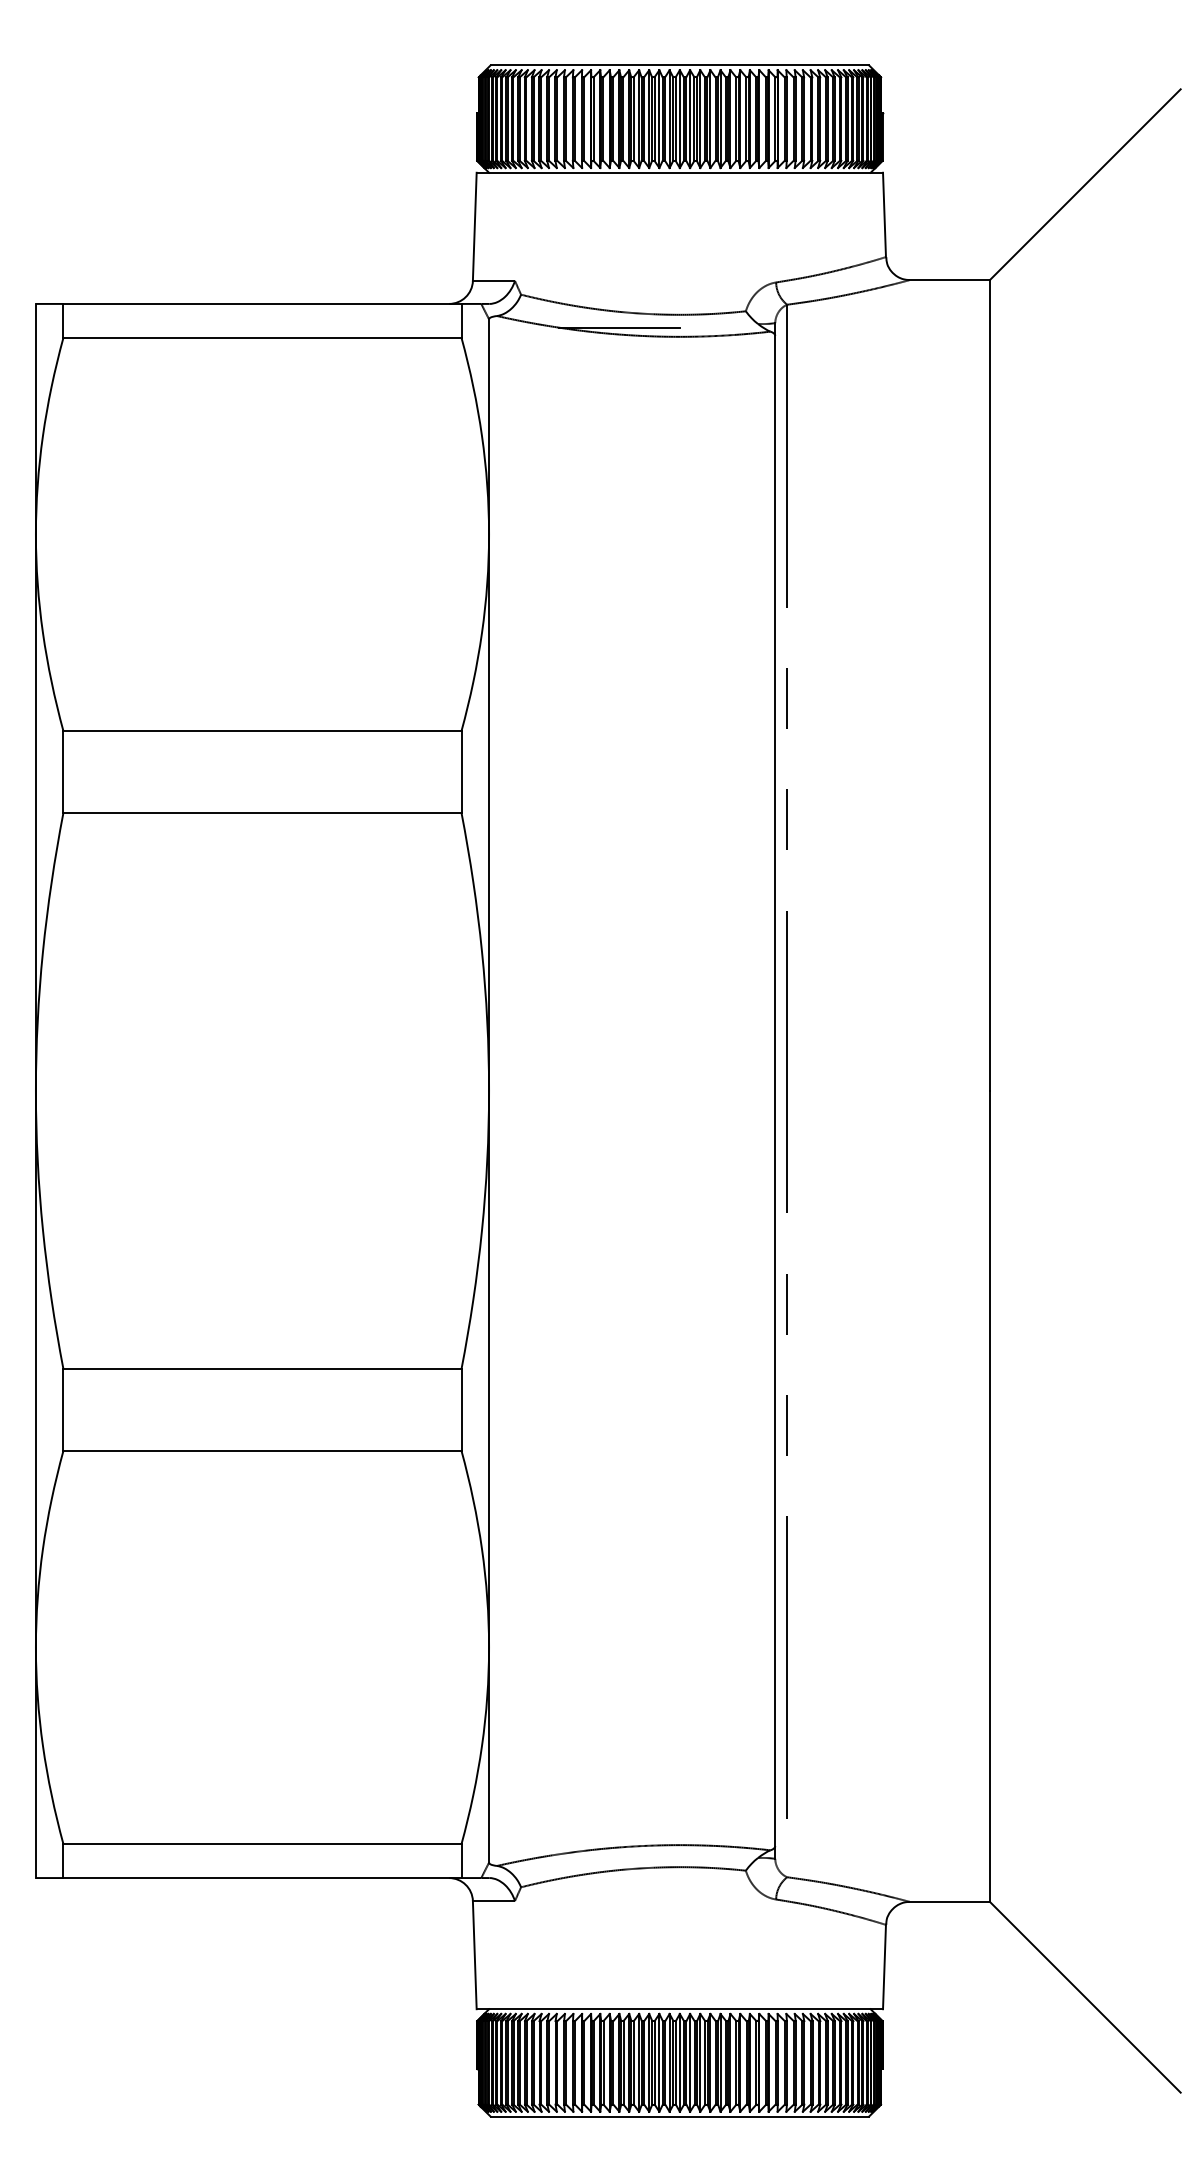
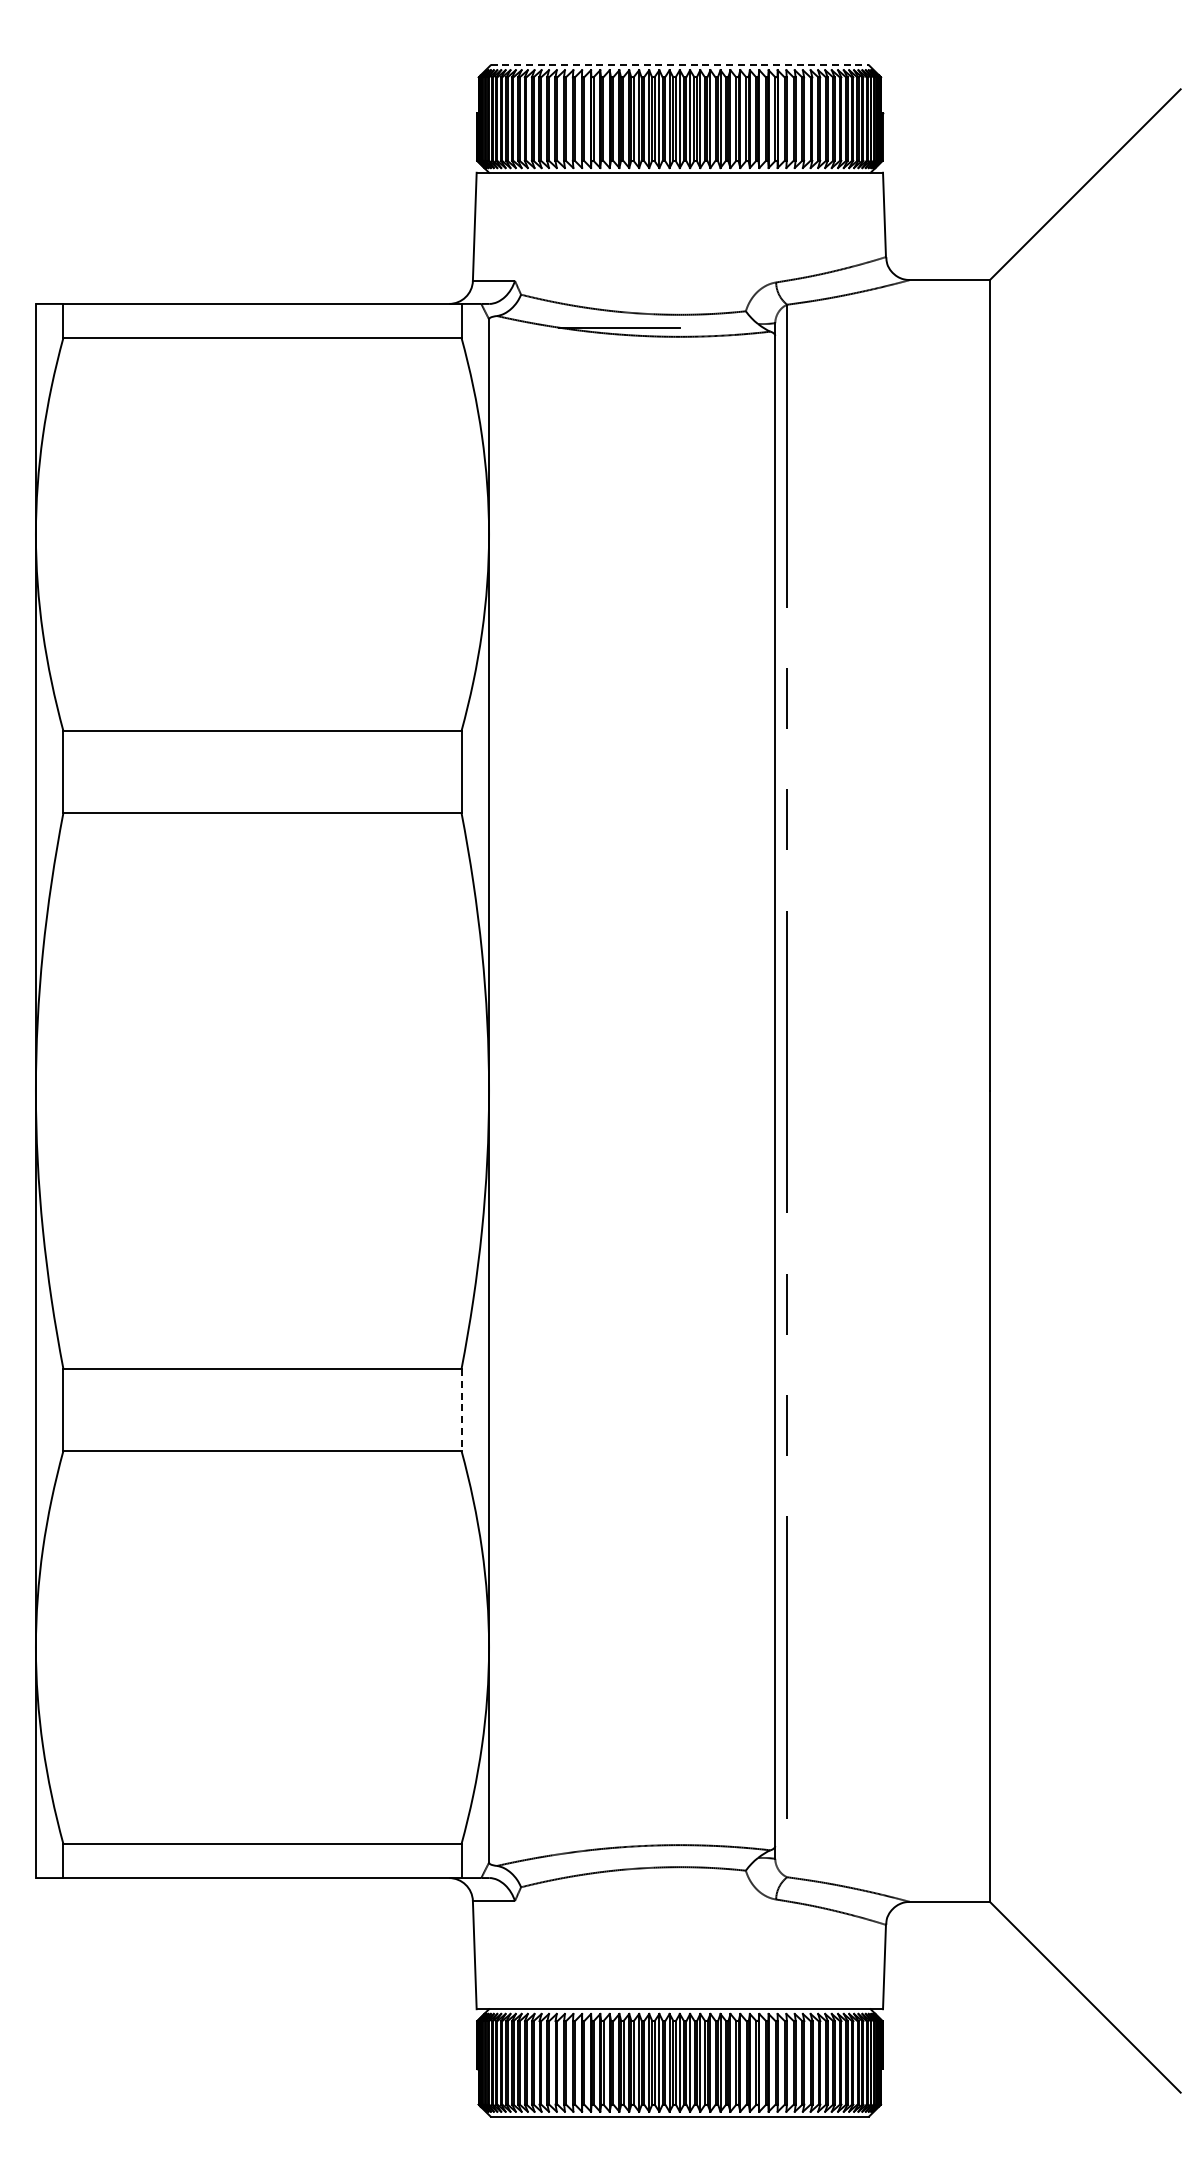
line at (680, 65): solid -> dashed
line at (461, 1409): solid -> dashed
